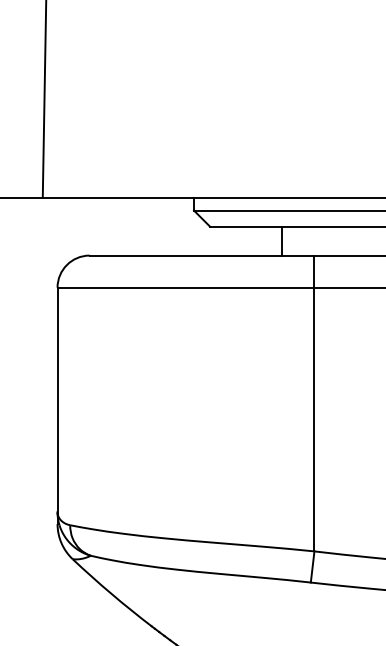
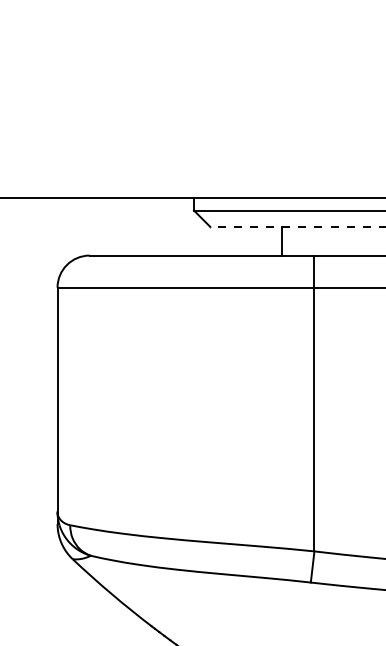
line at (44, 99): present -> none
line at (297, 226): solid -> dashed
